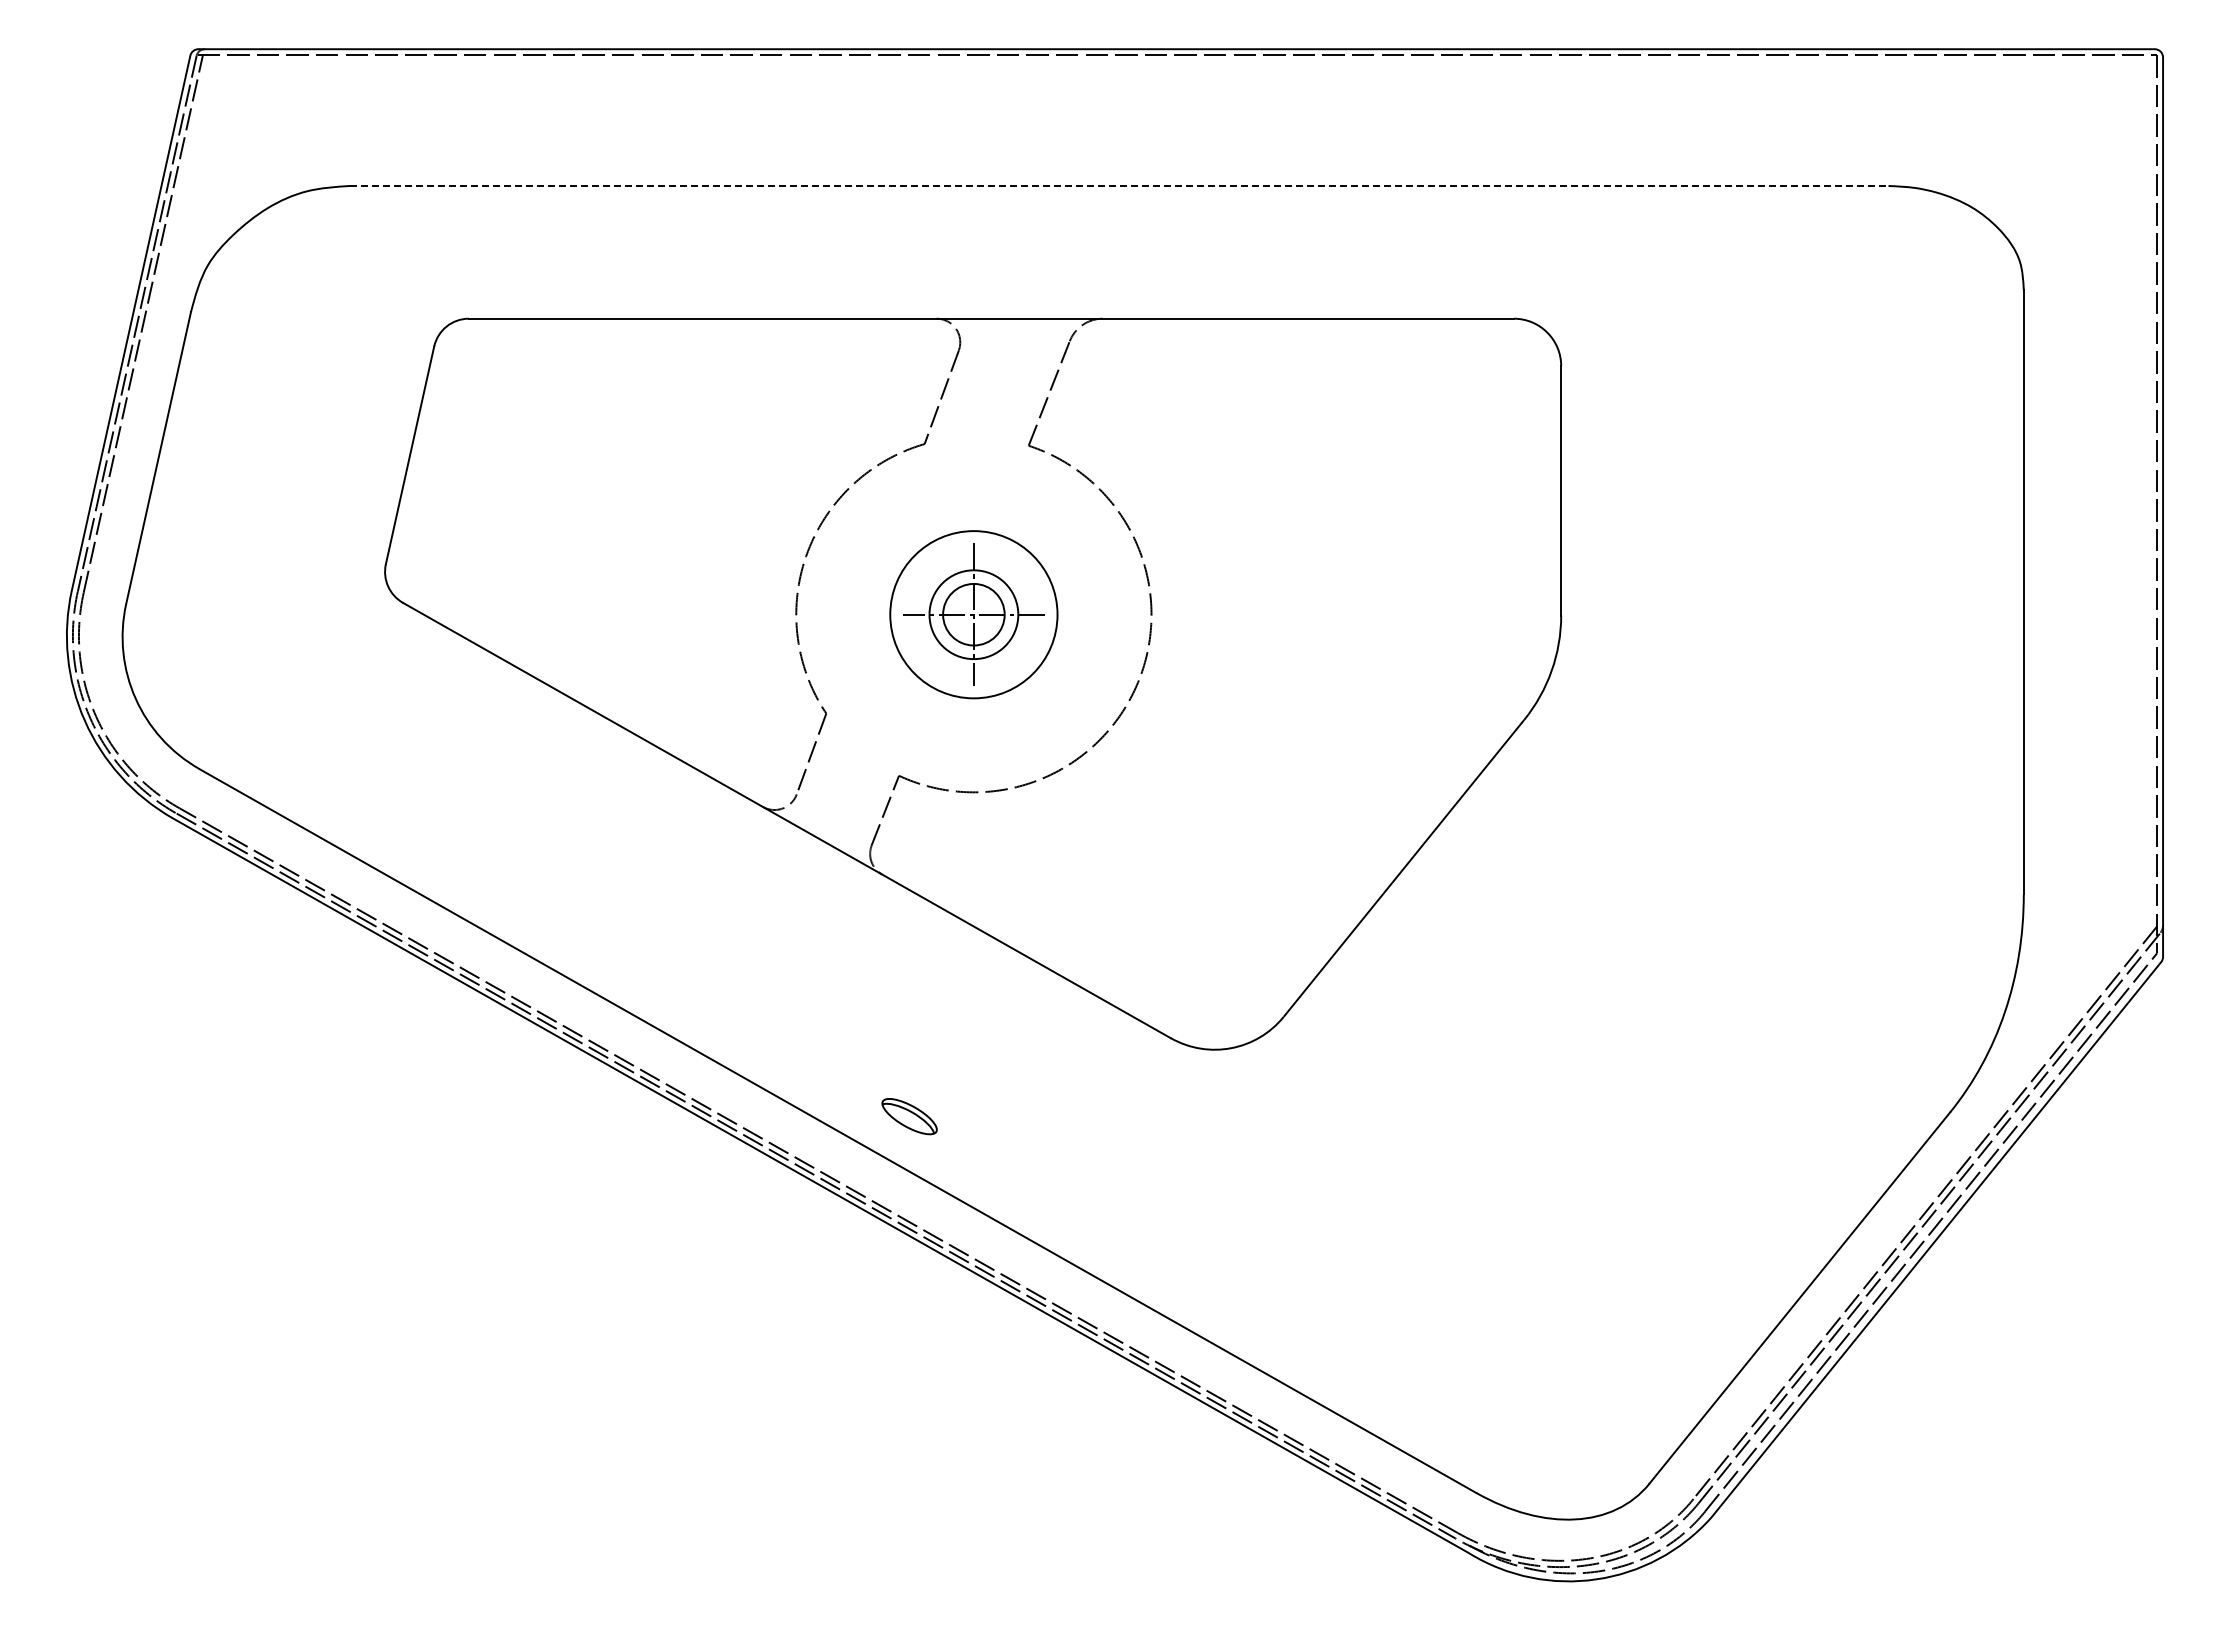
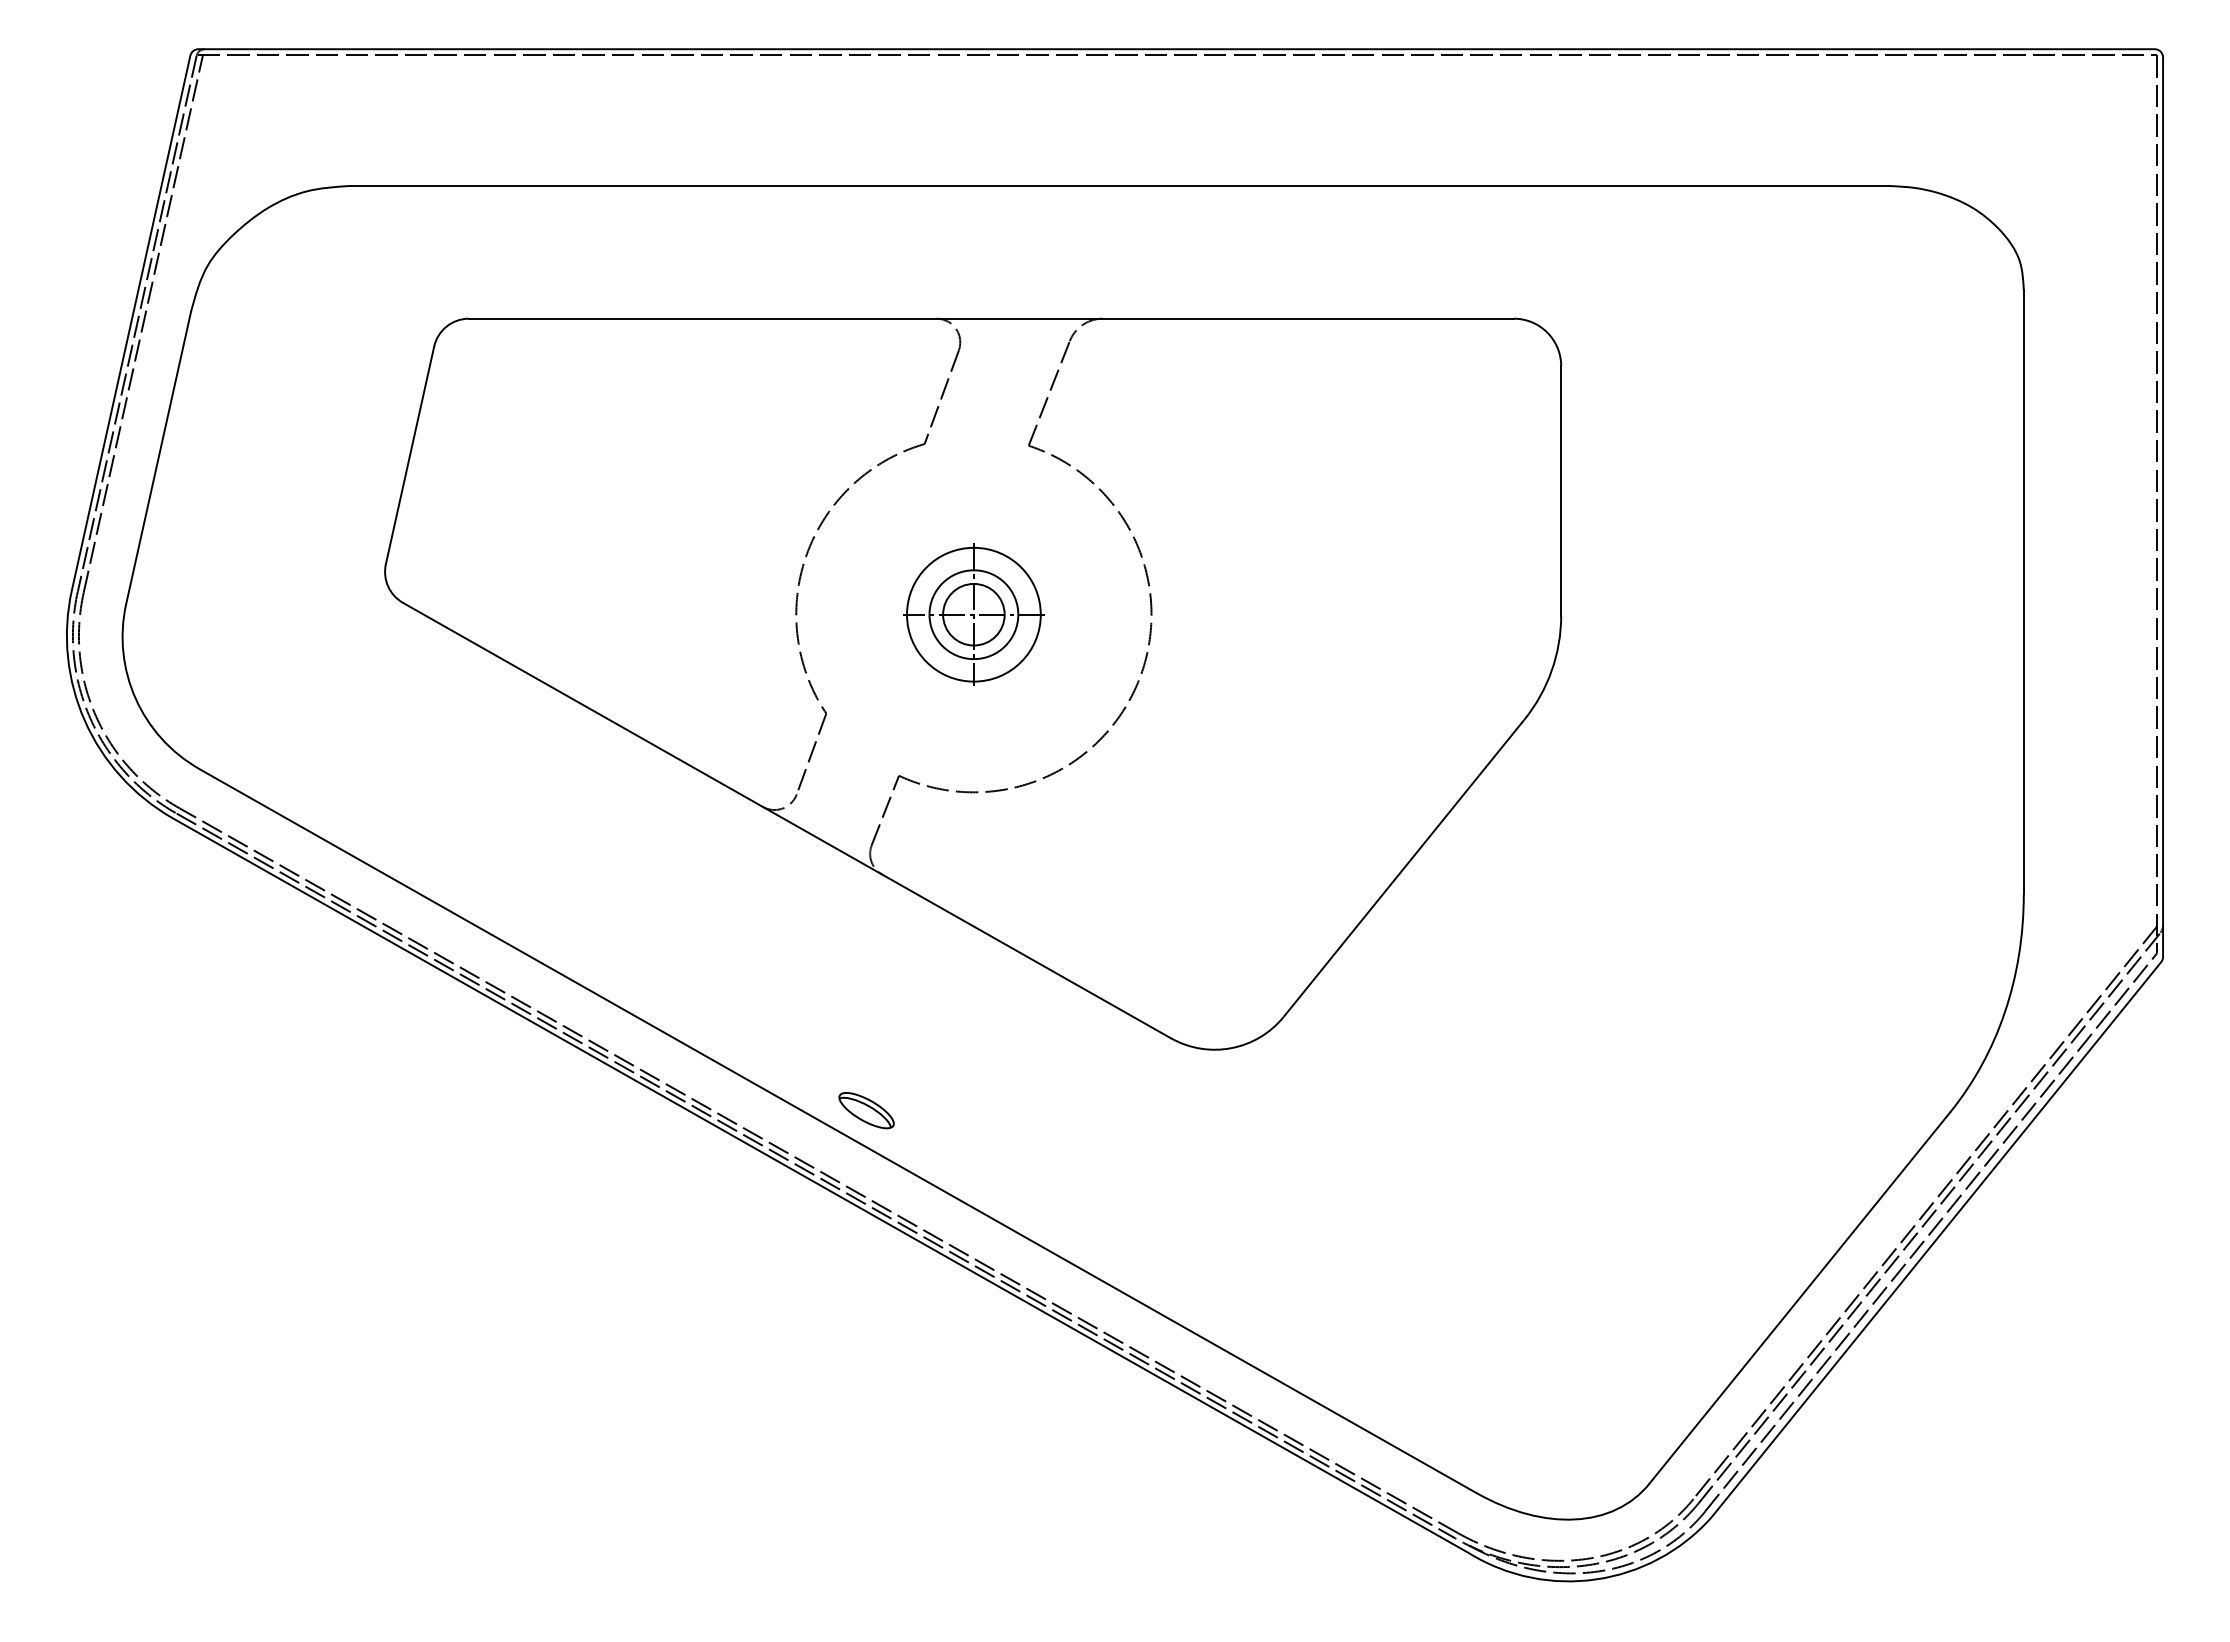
line at (1119, 185): dashed -> solid
circle at (973, 614) diameter: 167 px -> 134 px
part at (909, 1116) position: (909, 1116) -> (866, 1110)
